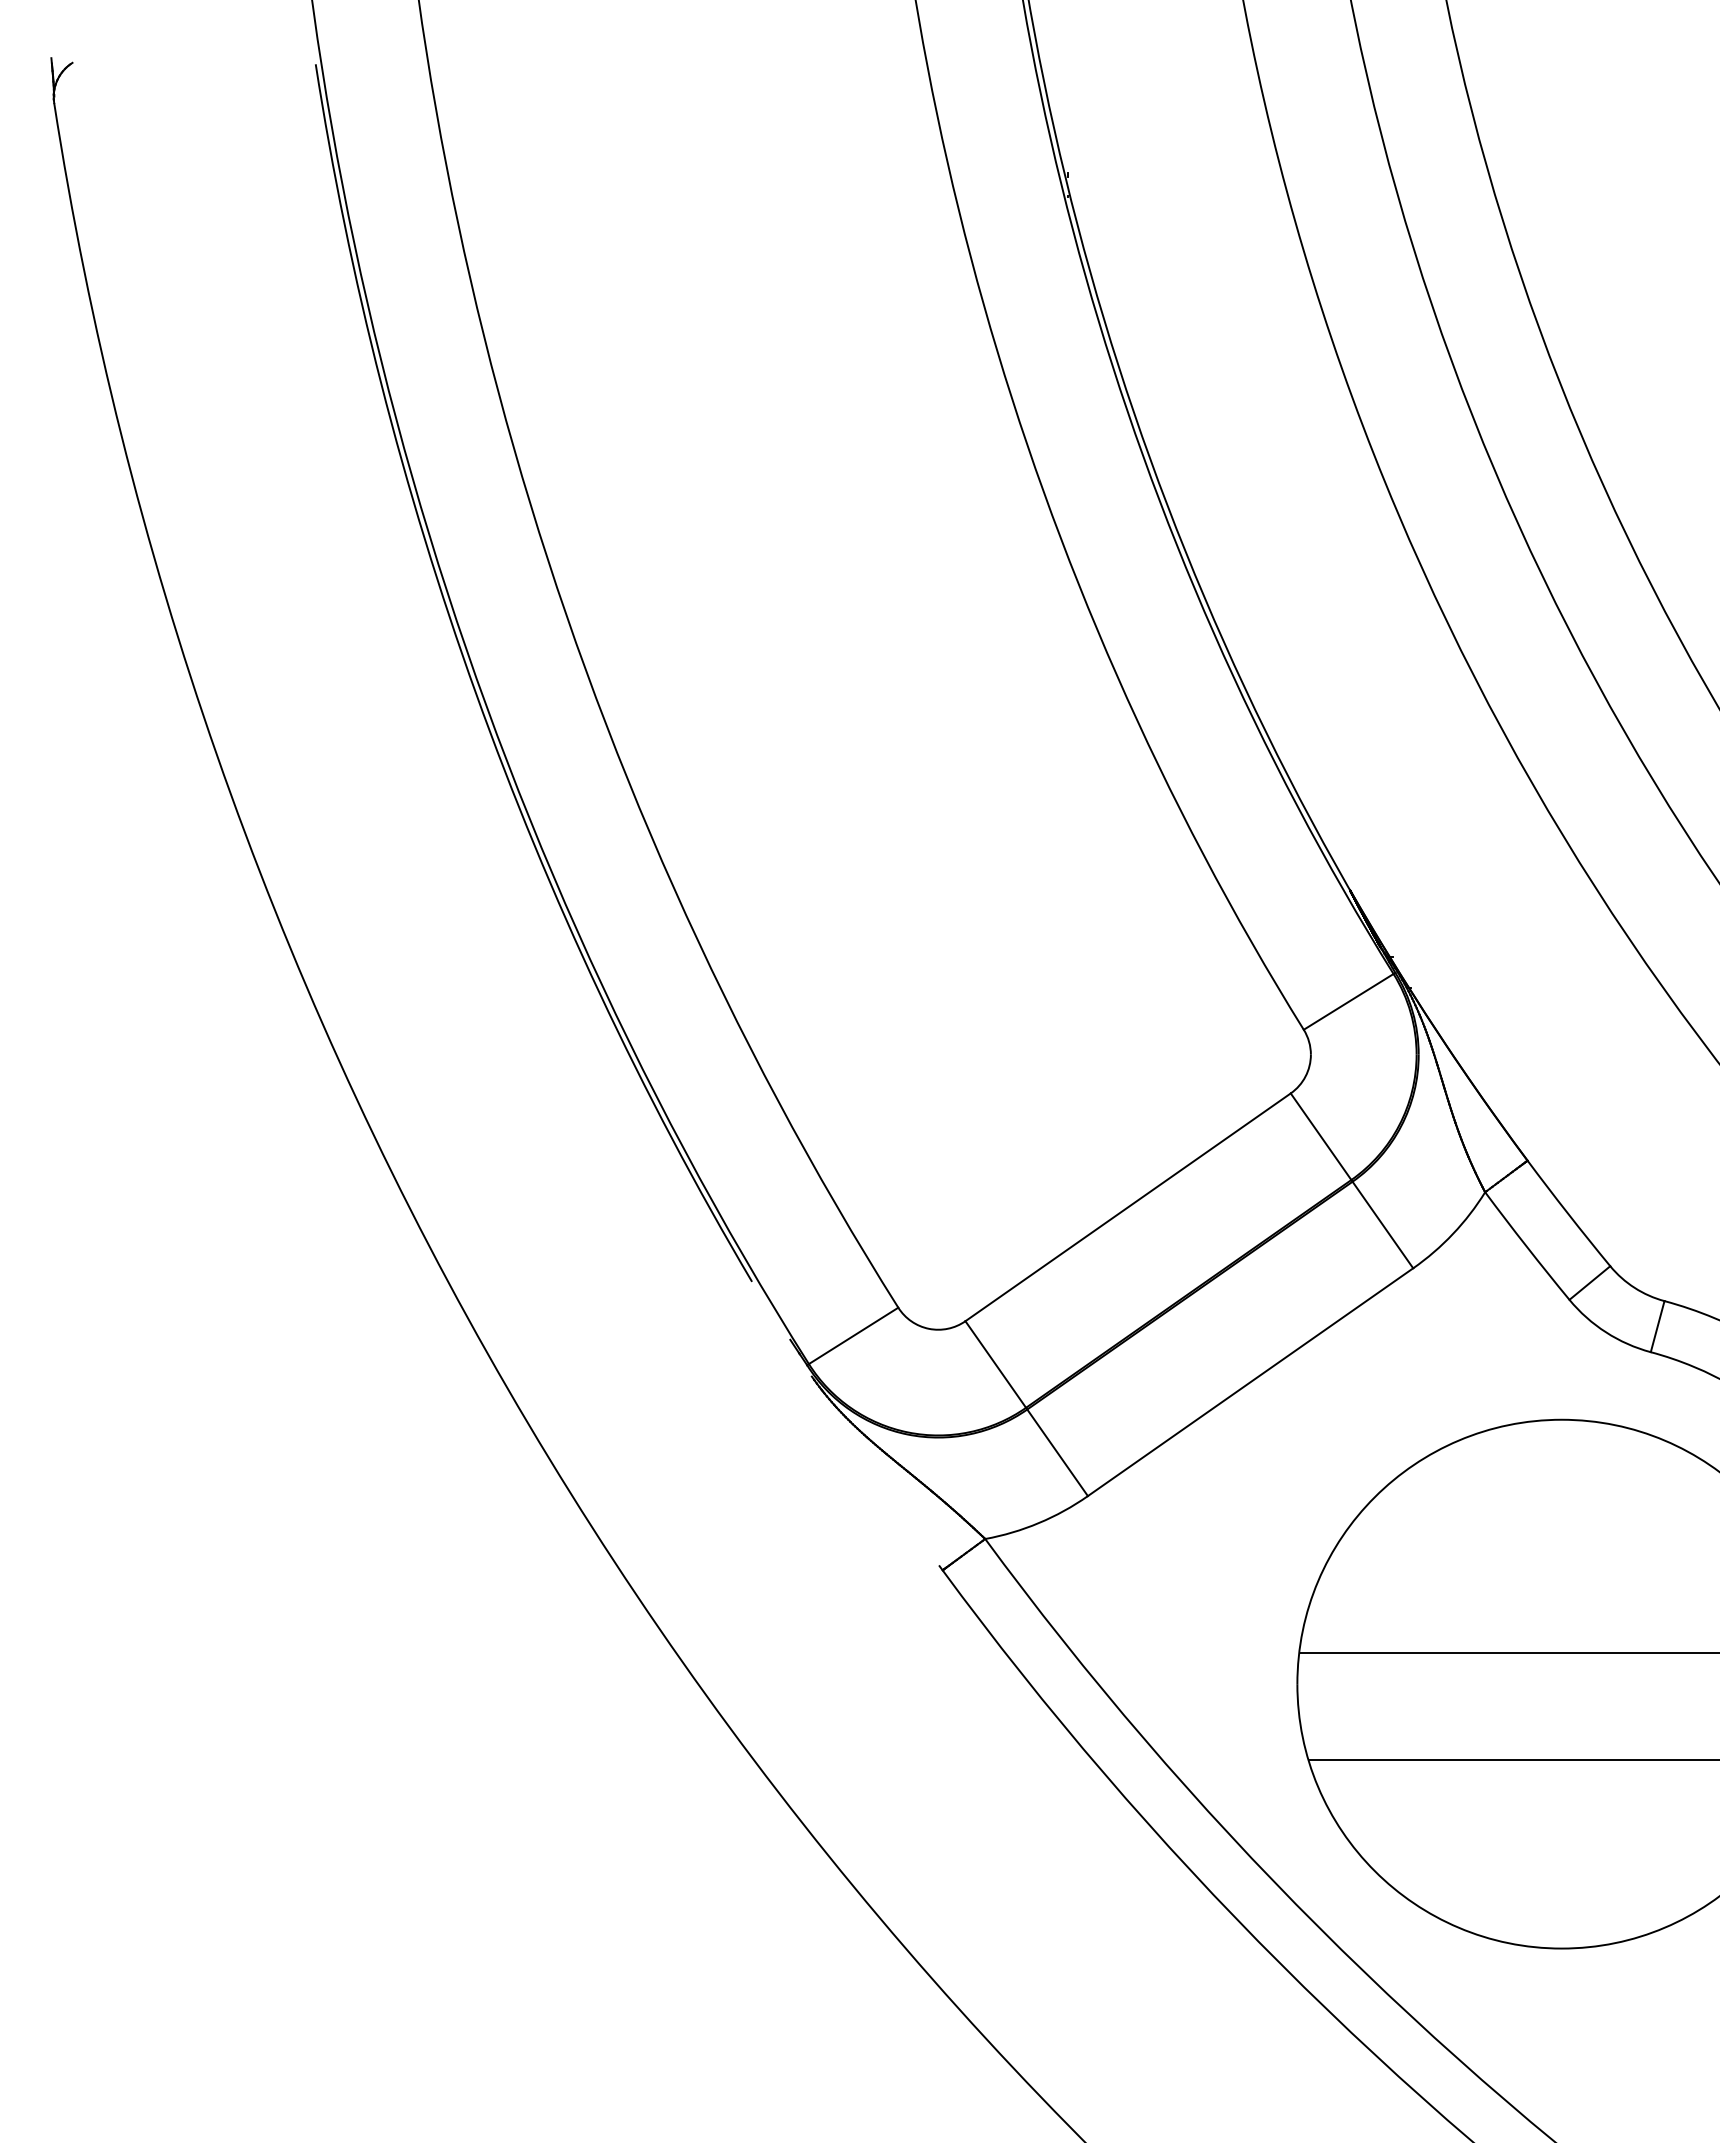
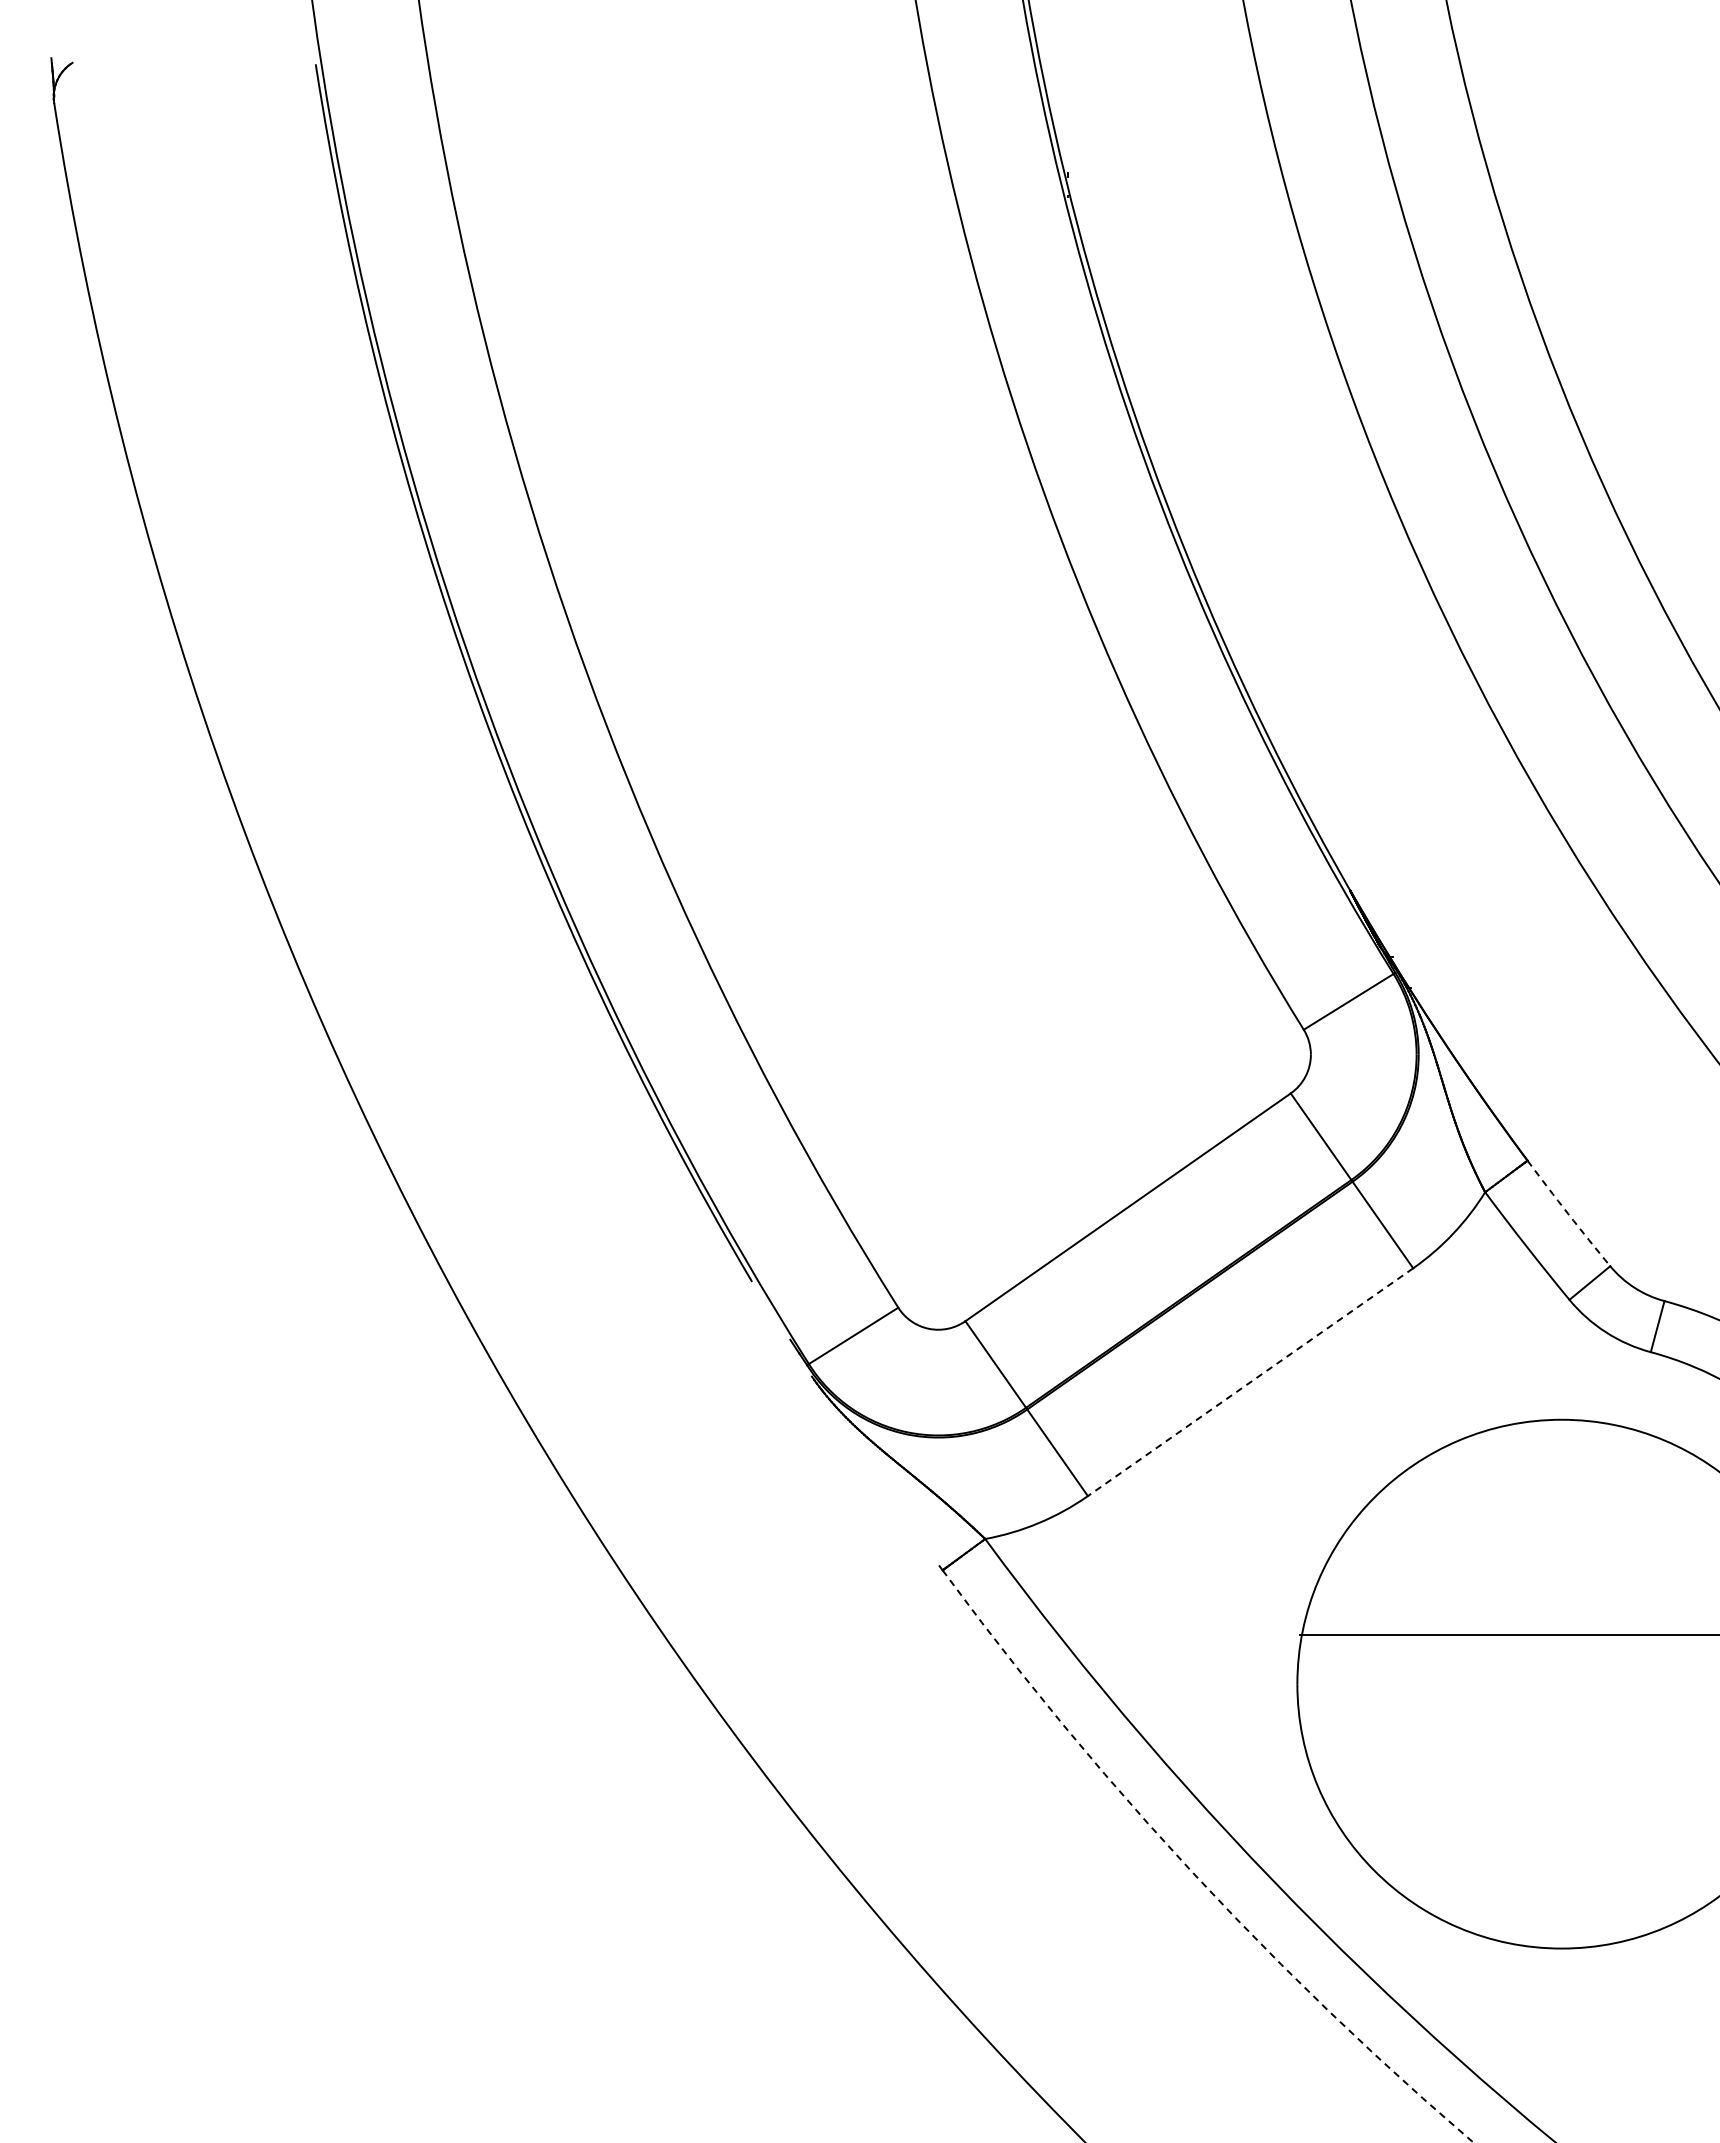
arc at (1568, 1213): solid -> dashed
line at (1250, 1382): solid -> dashed
line at (1507, 1653) position: (1507, 1653) -> (1507, 1635)
line at (1512, 1760): present -> none
arc at (1191, 1871): solid -> dashed
